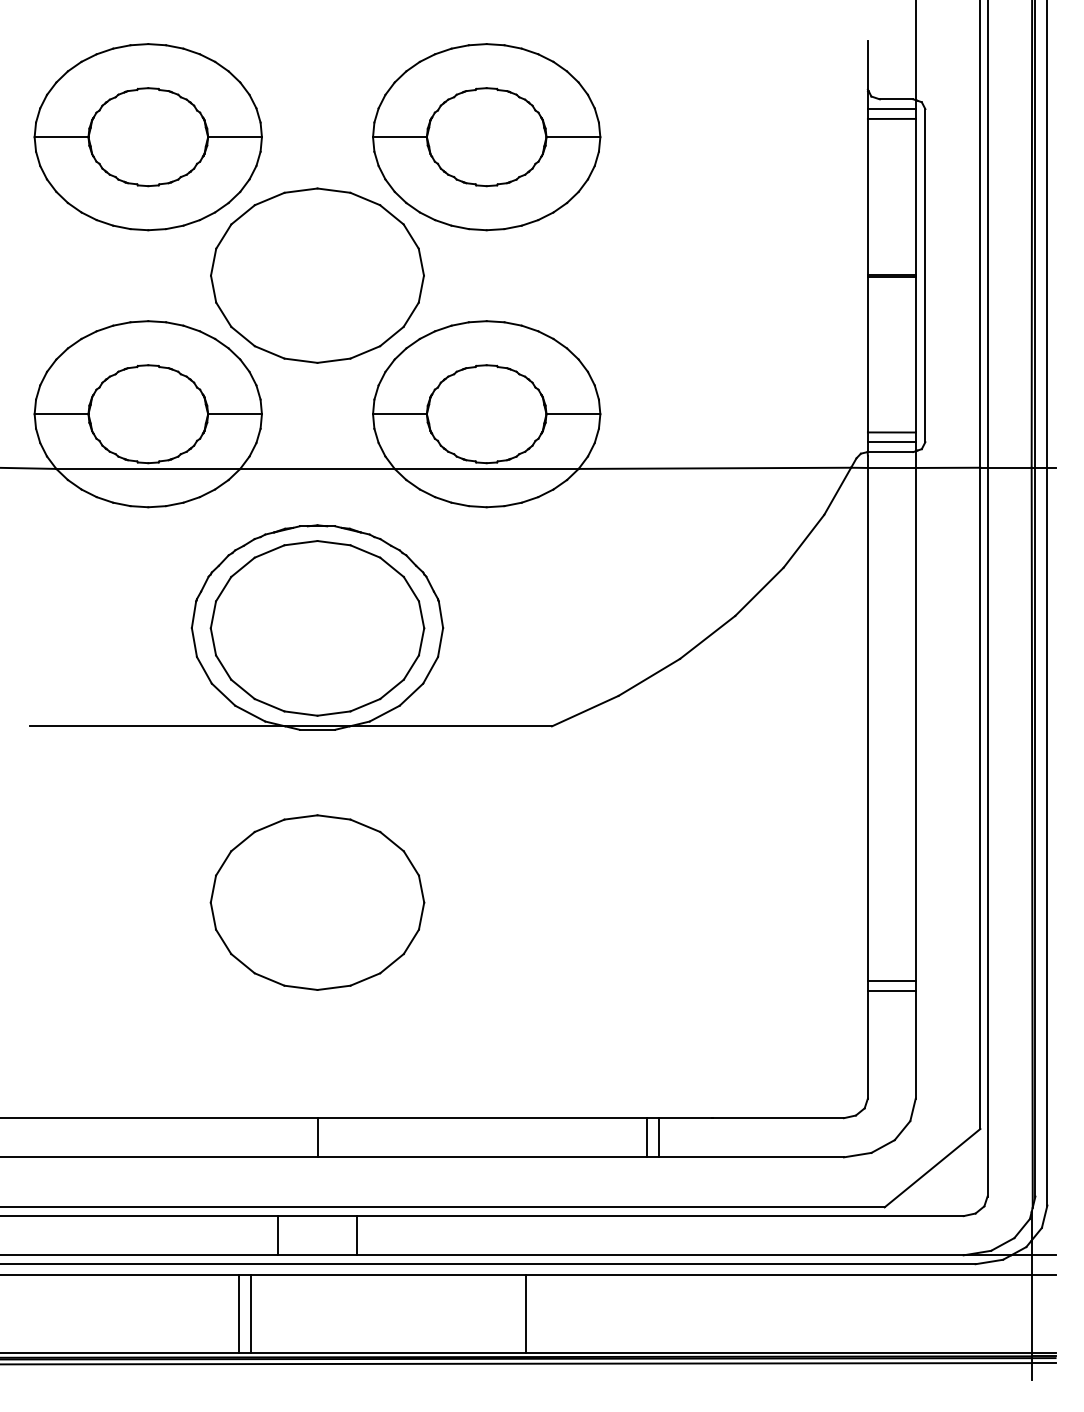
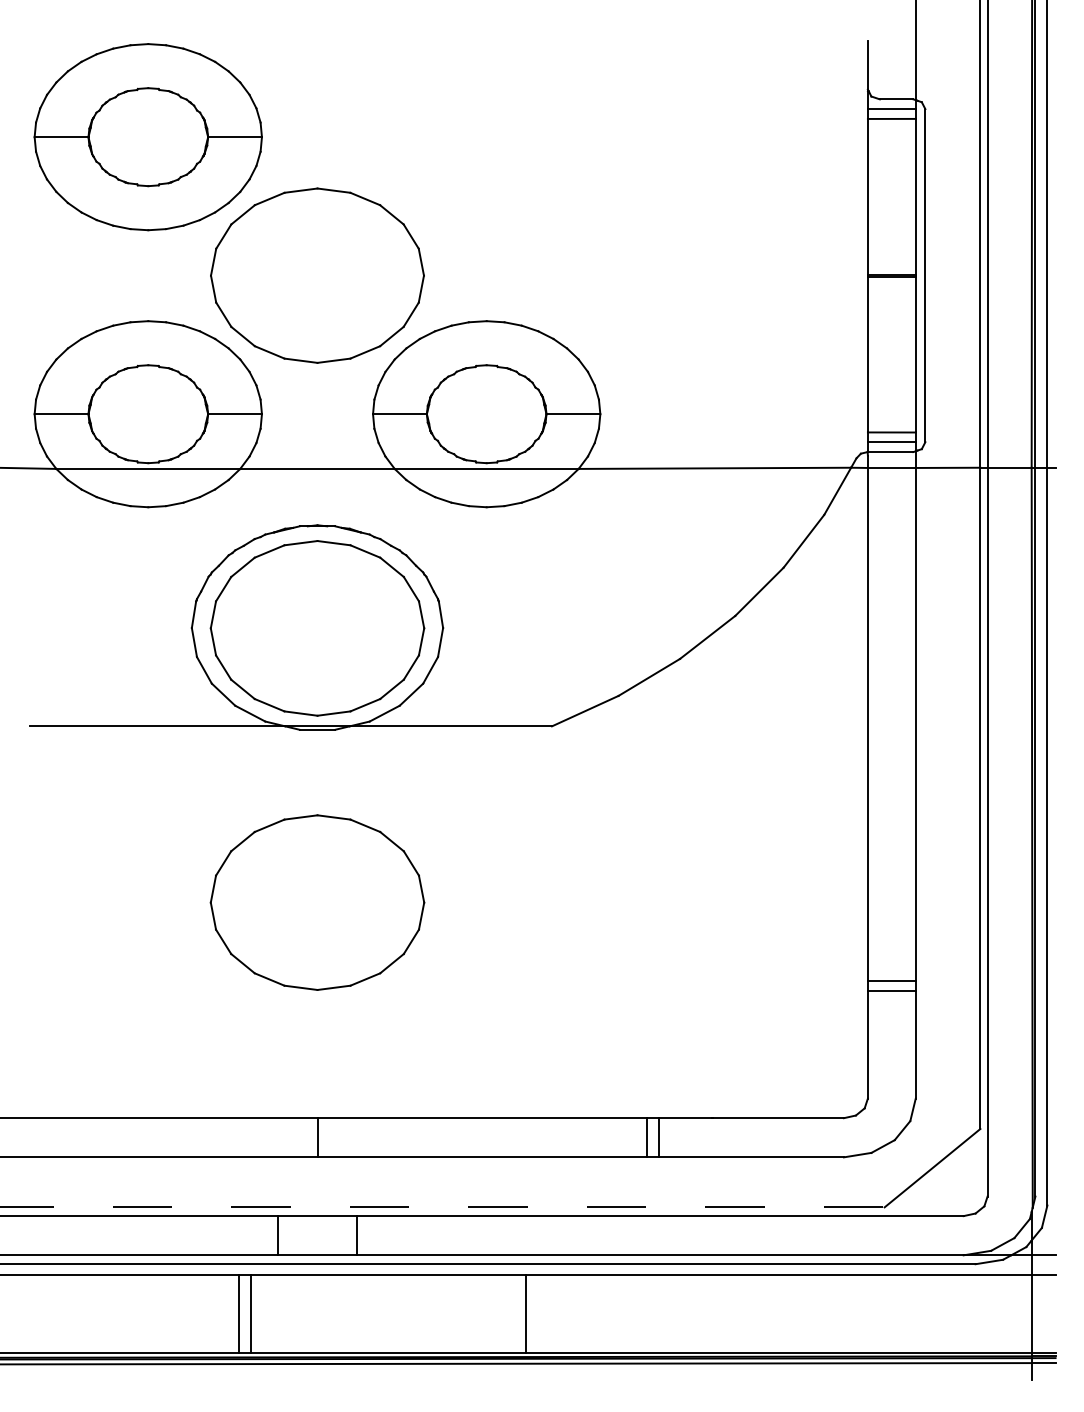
part at (486, 137): present -> none
line at (443, 1207): solid -> dashed
